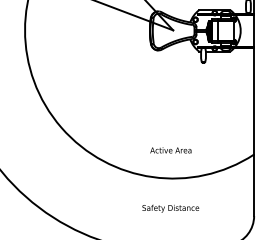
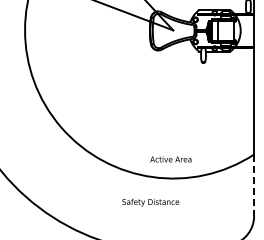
text at (170, 150) position: (170, 150) -> (170, 159)
line at (254, 185): solid -> dashed
text at (170, 208) position: (170, 208) -> (150, 202)
